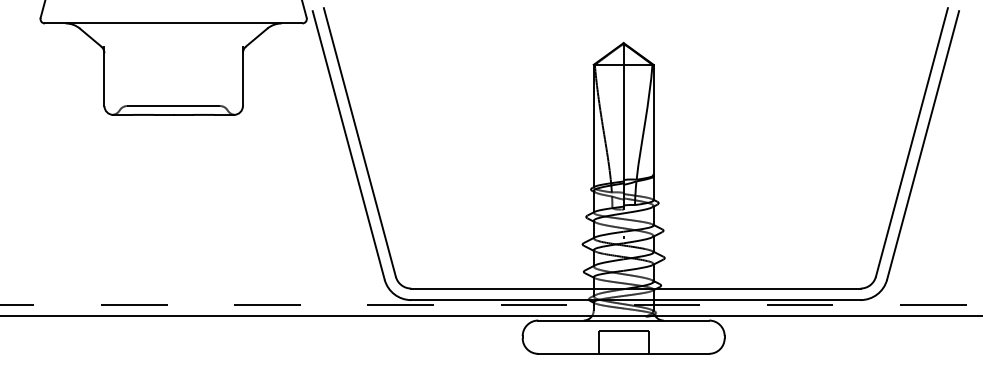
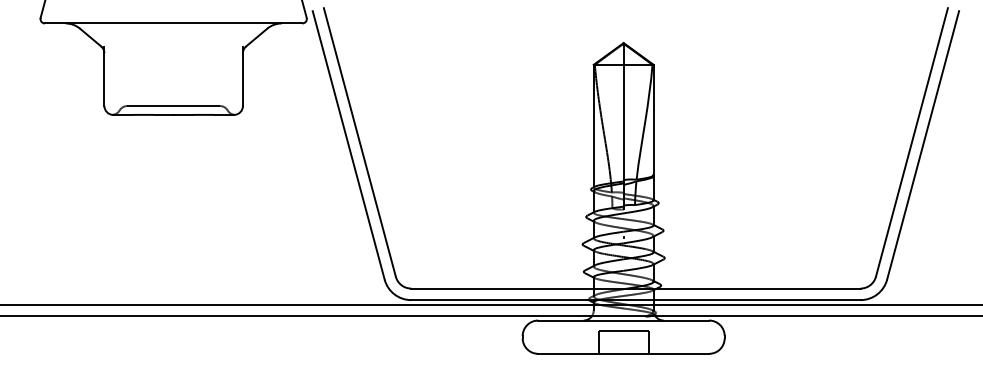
line at (491, 304): dashed -> solid
